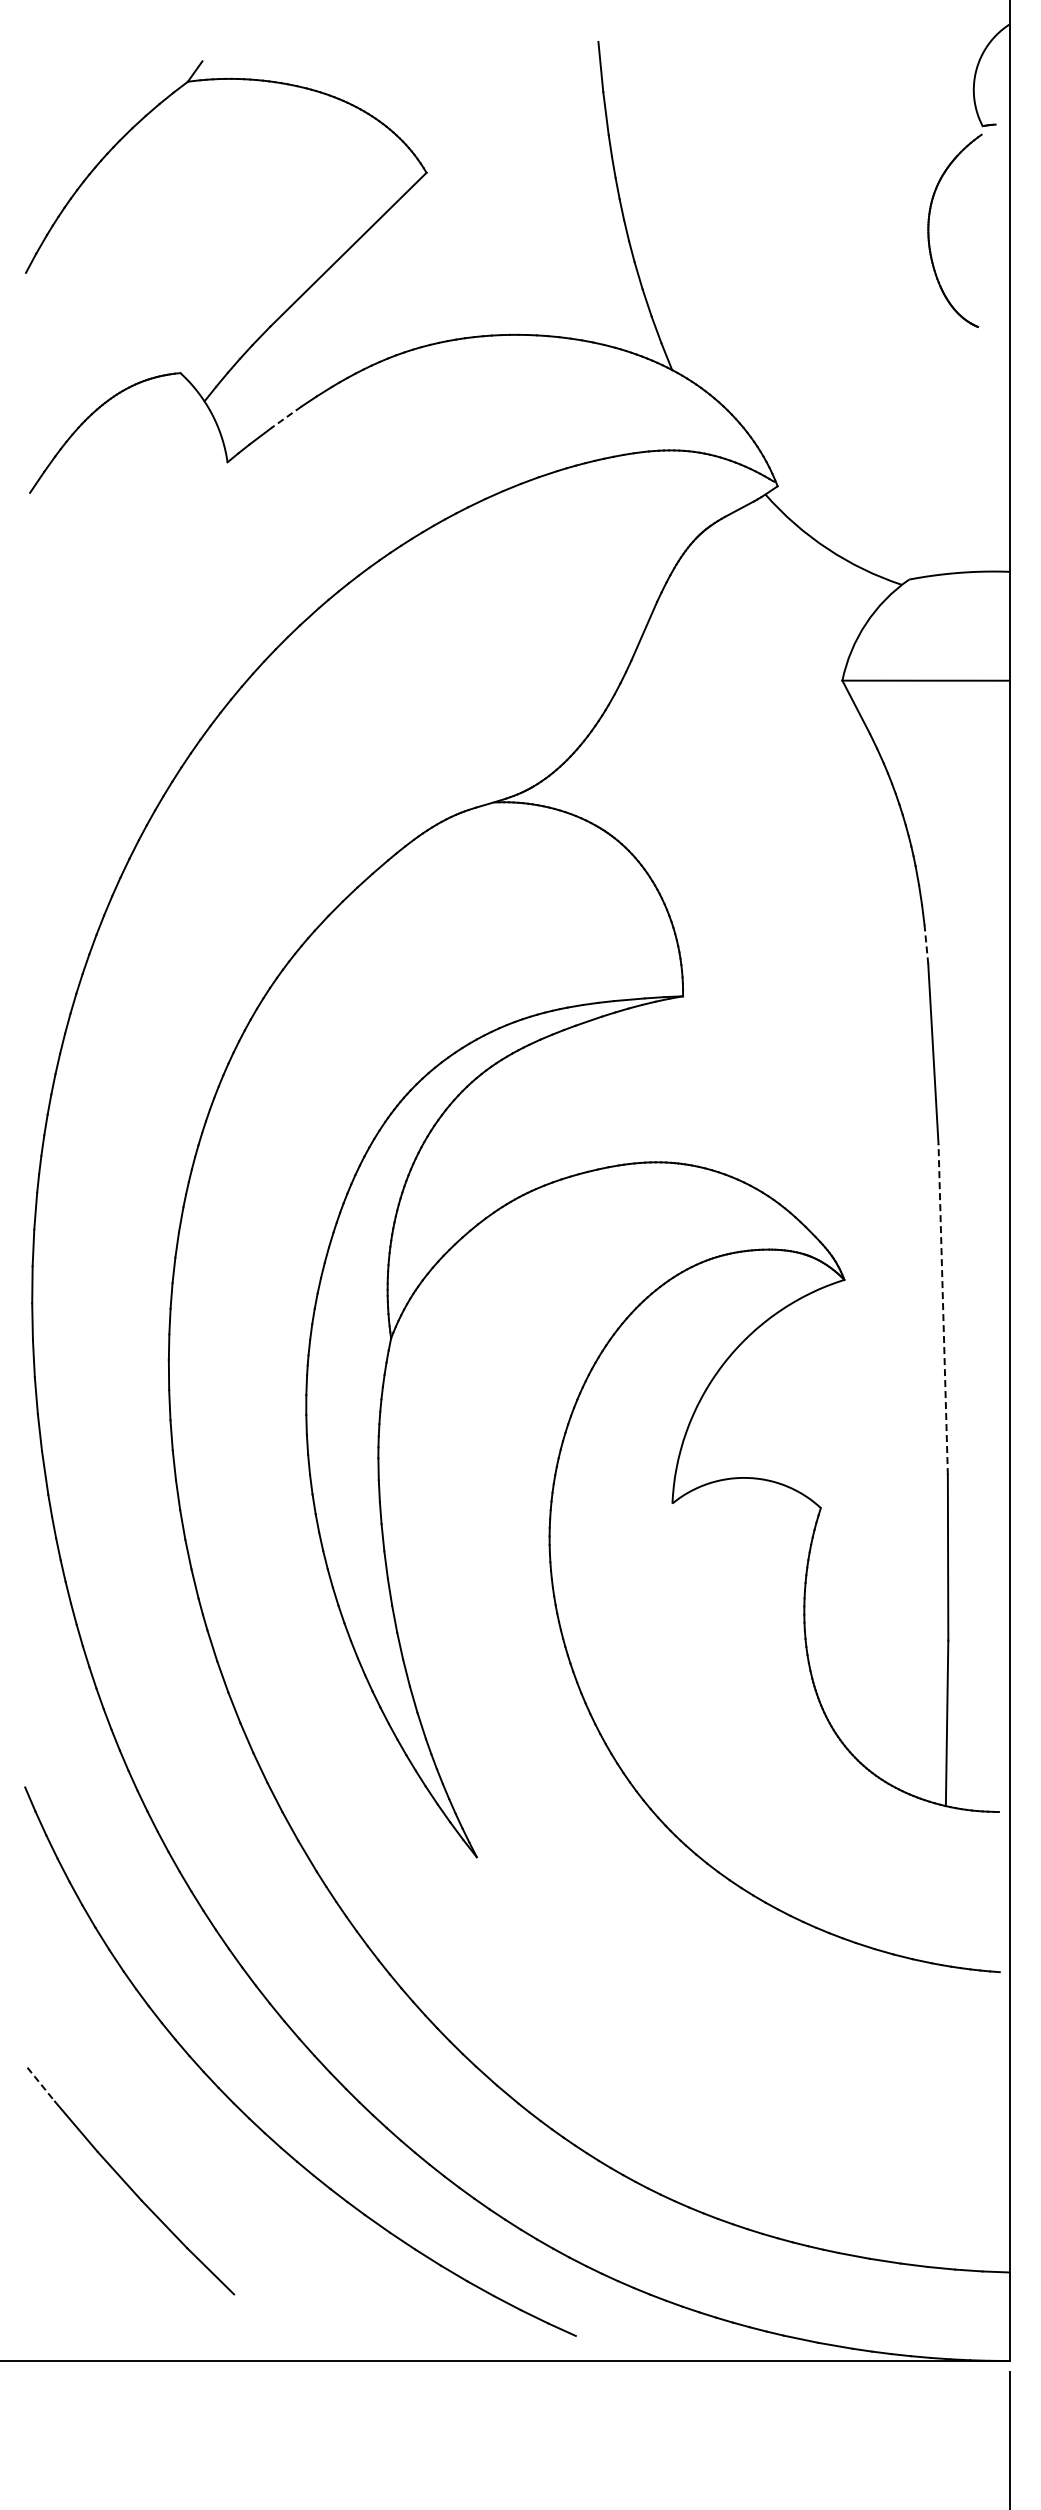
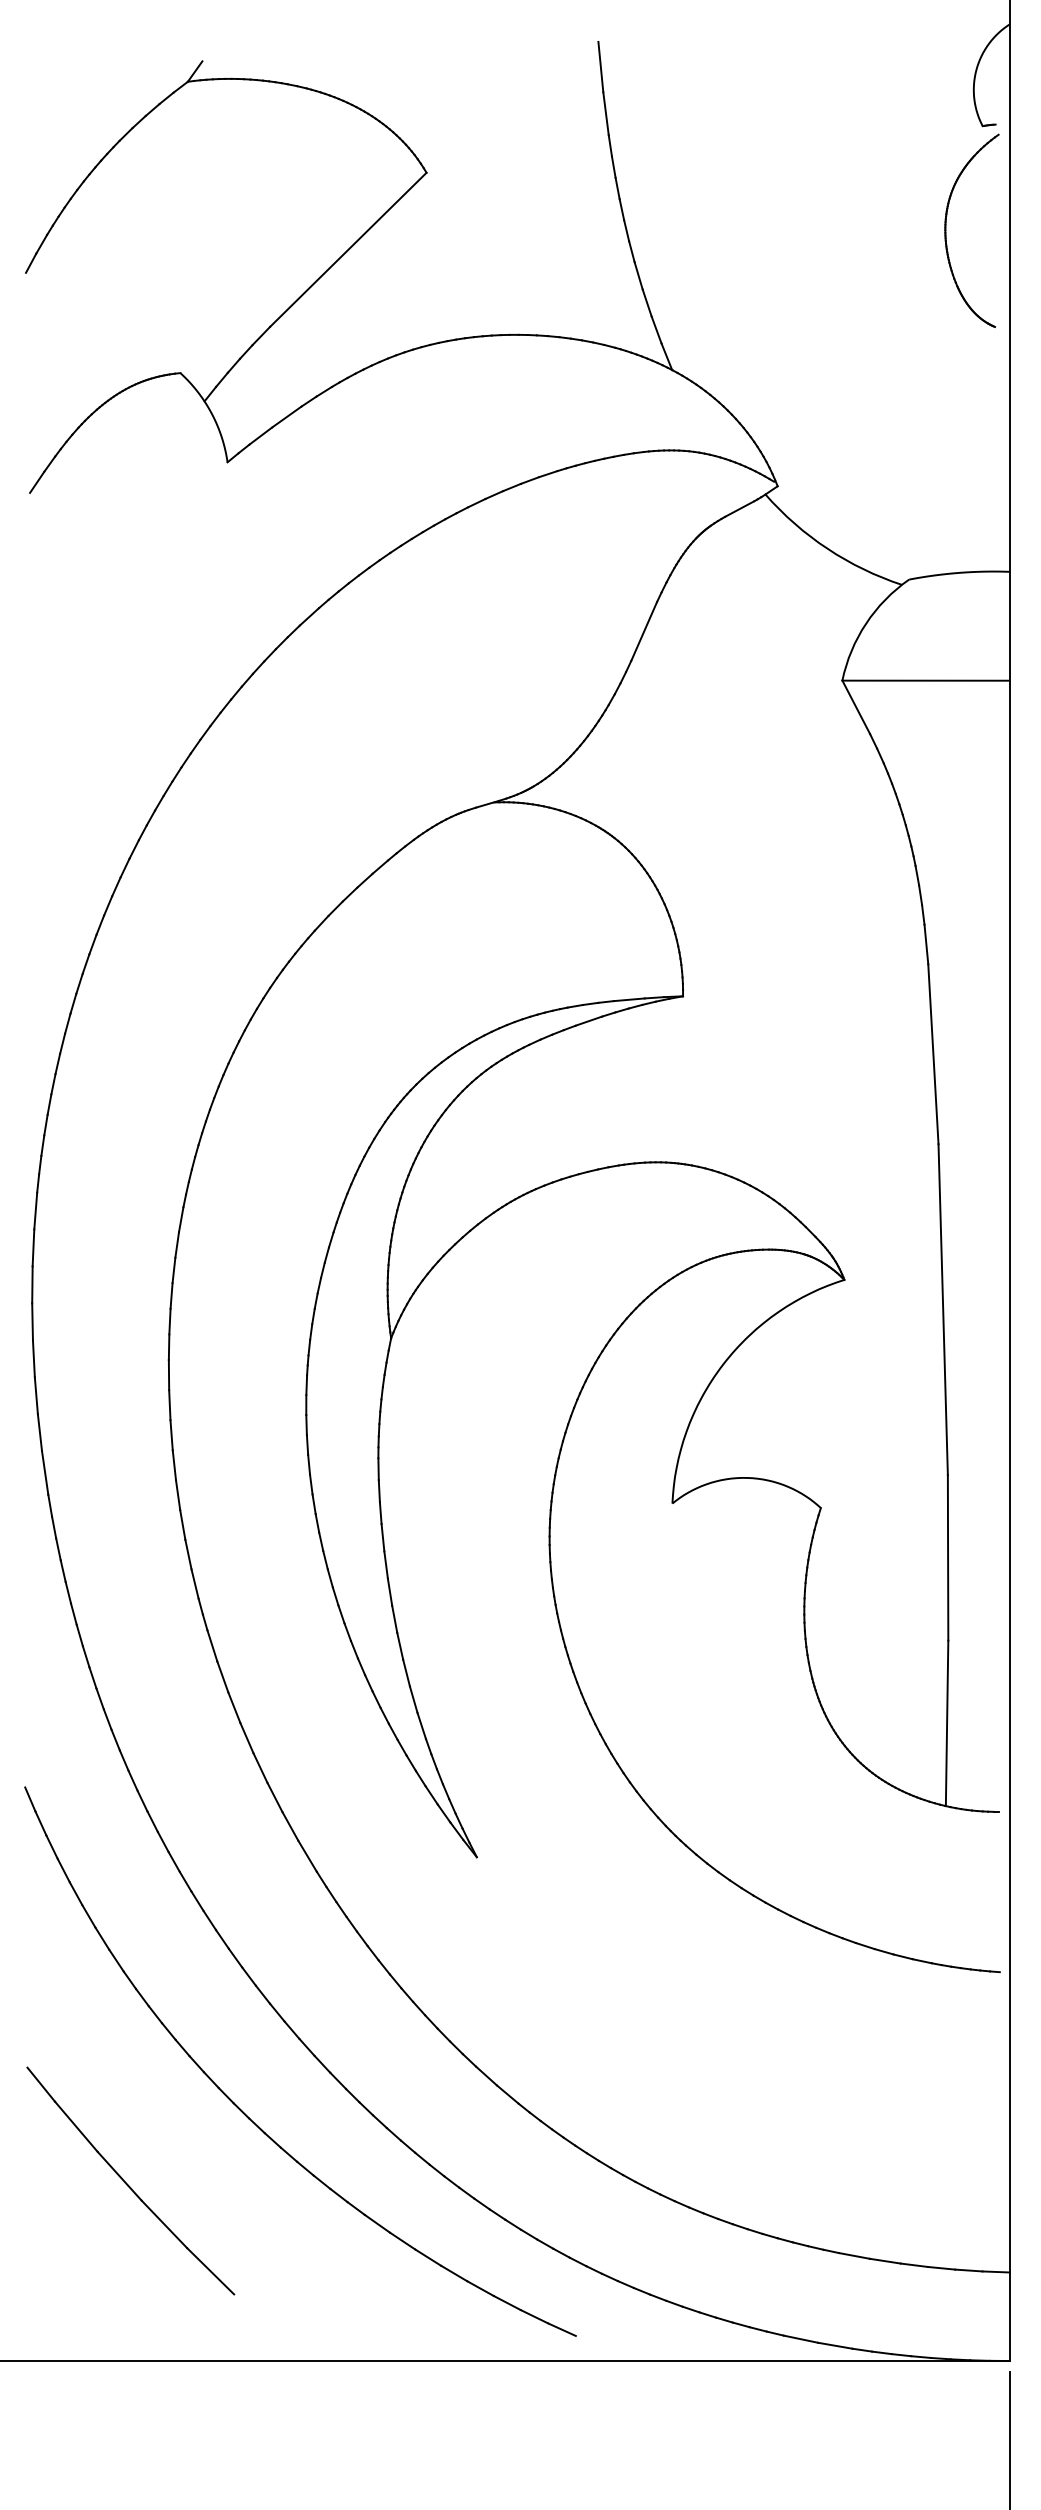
part at (929, 230) position: (929, 230) -> (946, 230)
line at (286, 417): dashed -> solid
line at (926, 944): dashed -> solid
line at (943, 1309): dashed -> solid
line at (41, 2084): dashed -> solid
